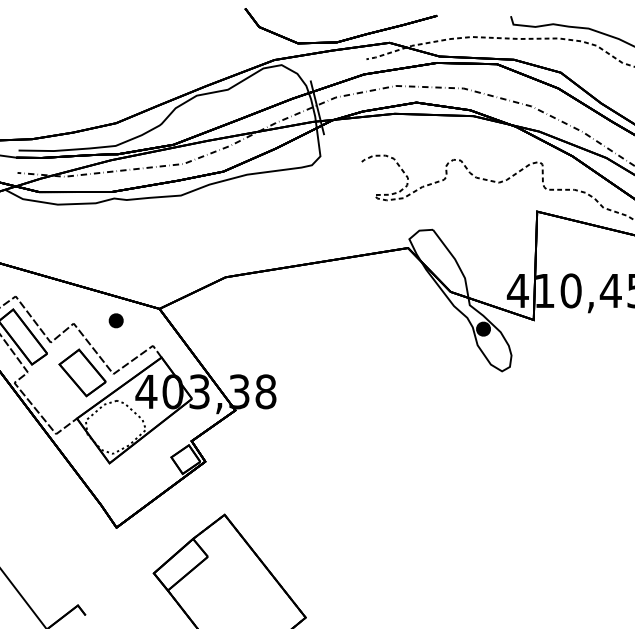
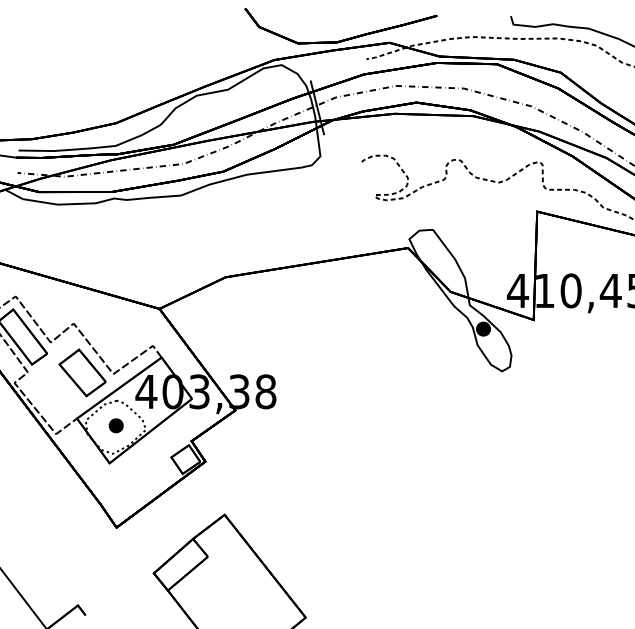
part at (115, 320) position: (115, 320) -> (115, 425)
